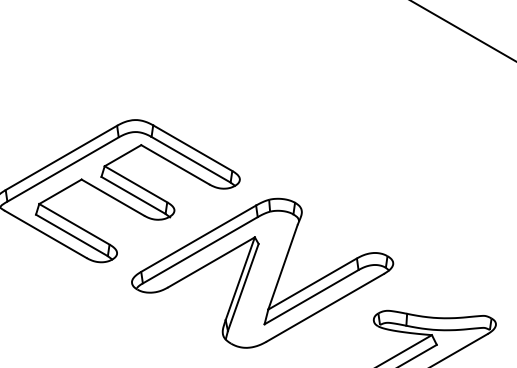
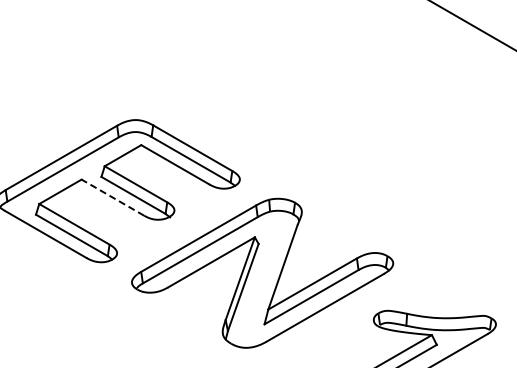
line at (463, 31) position: (463, 31) -> (472, 25)
line at (112, 197): solid -> dashed
